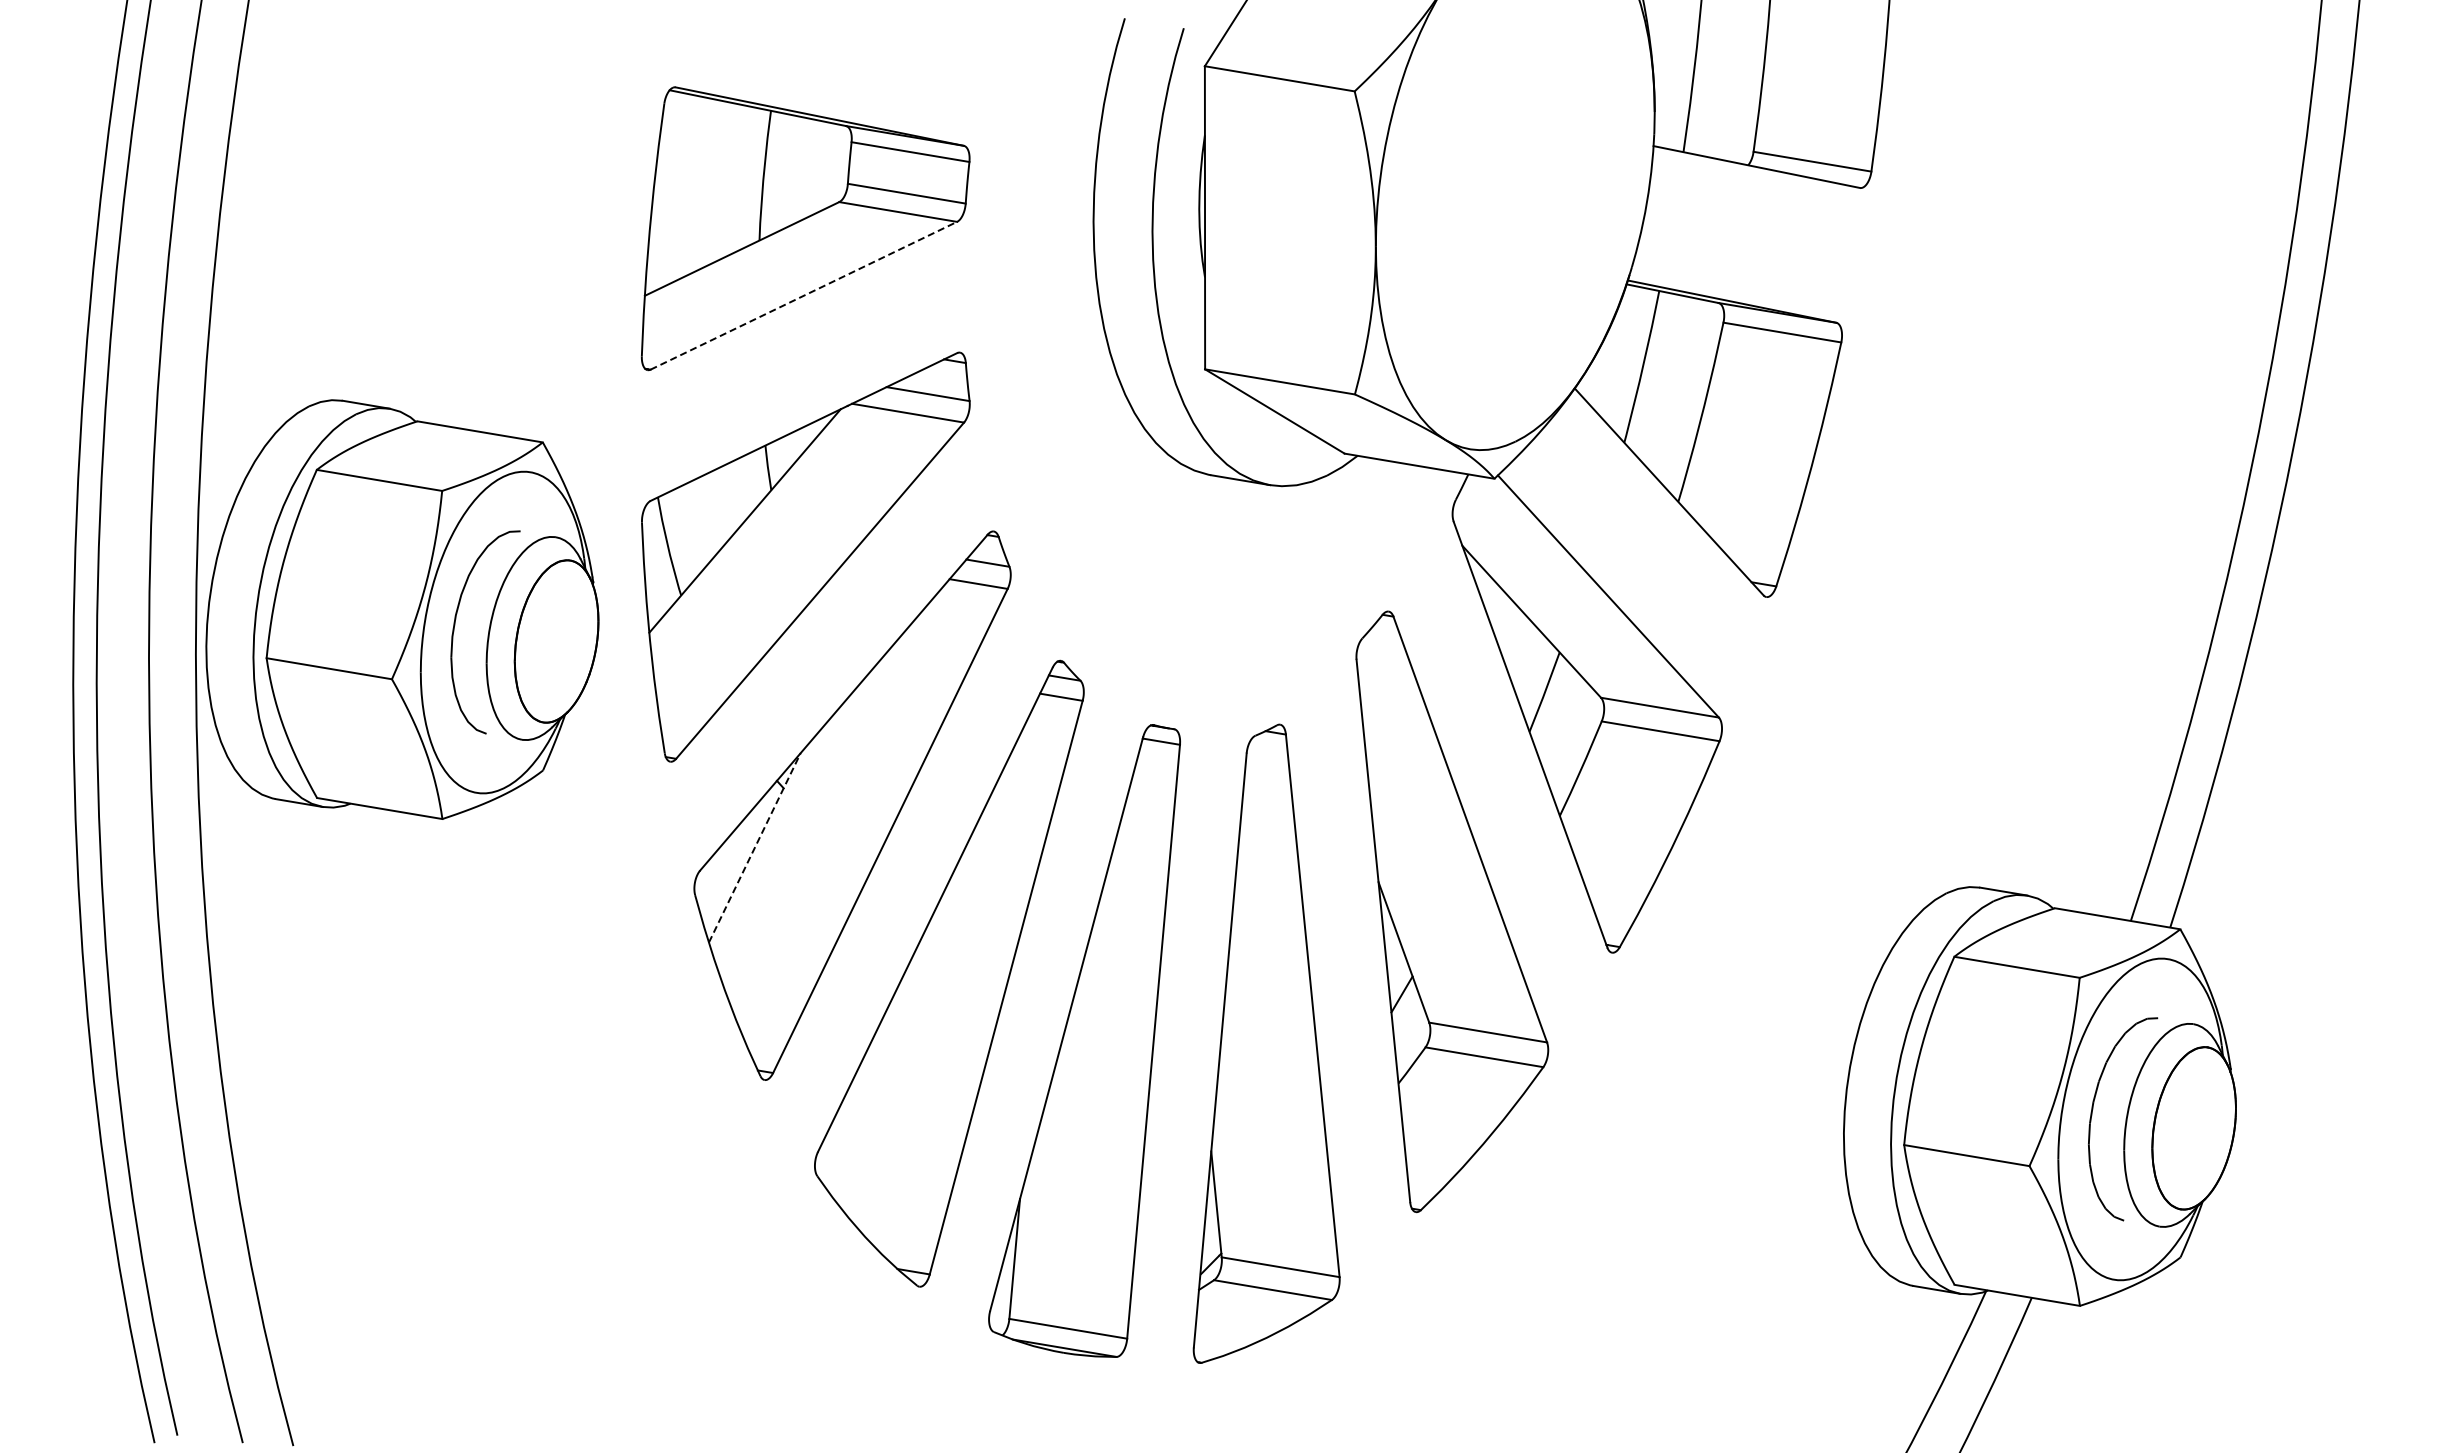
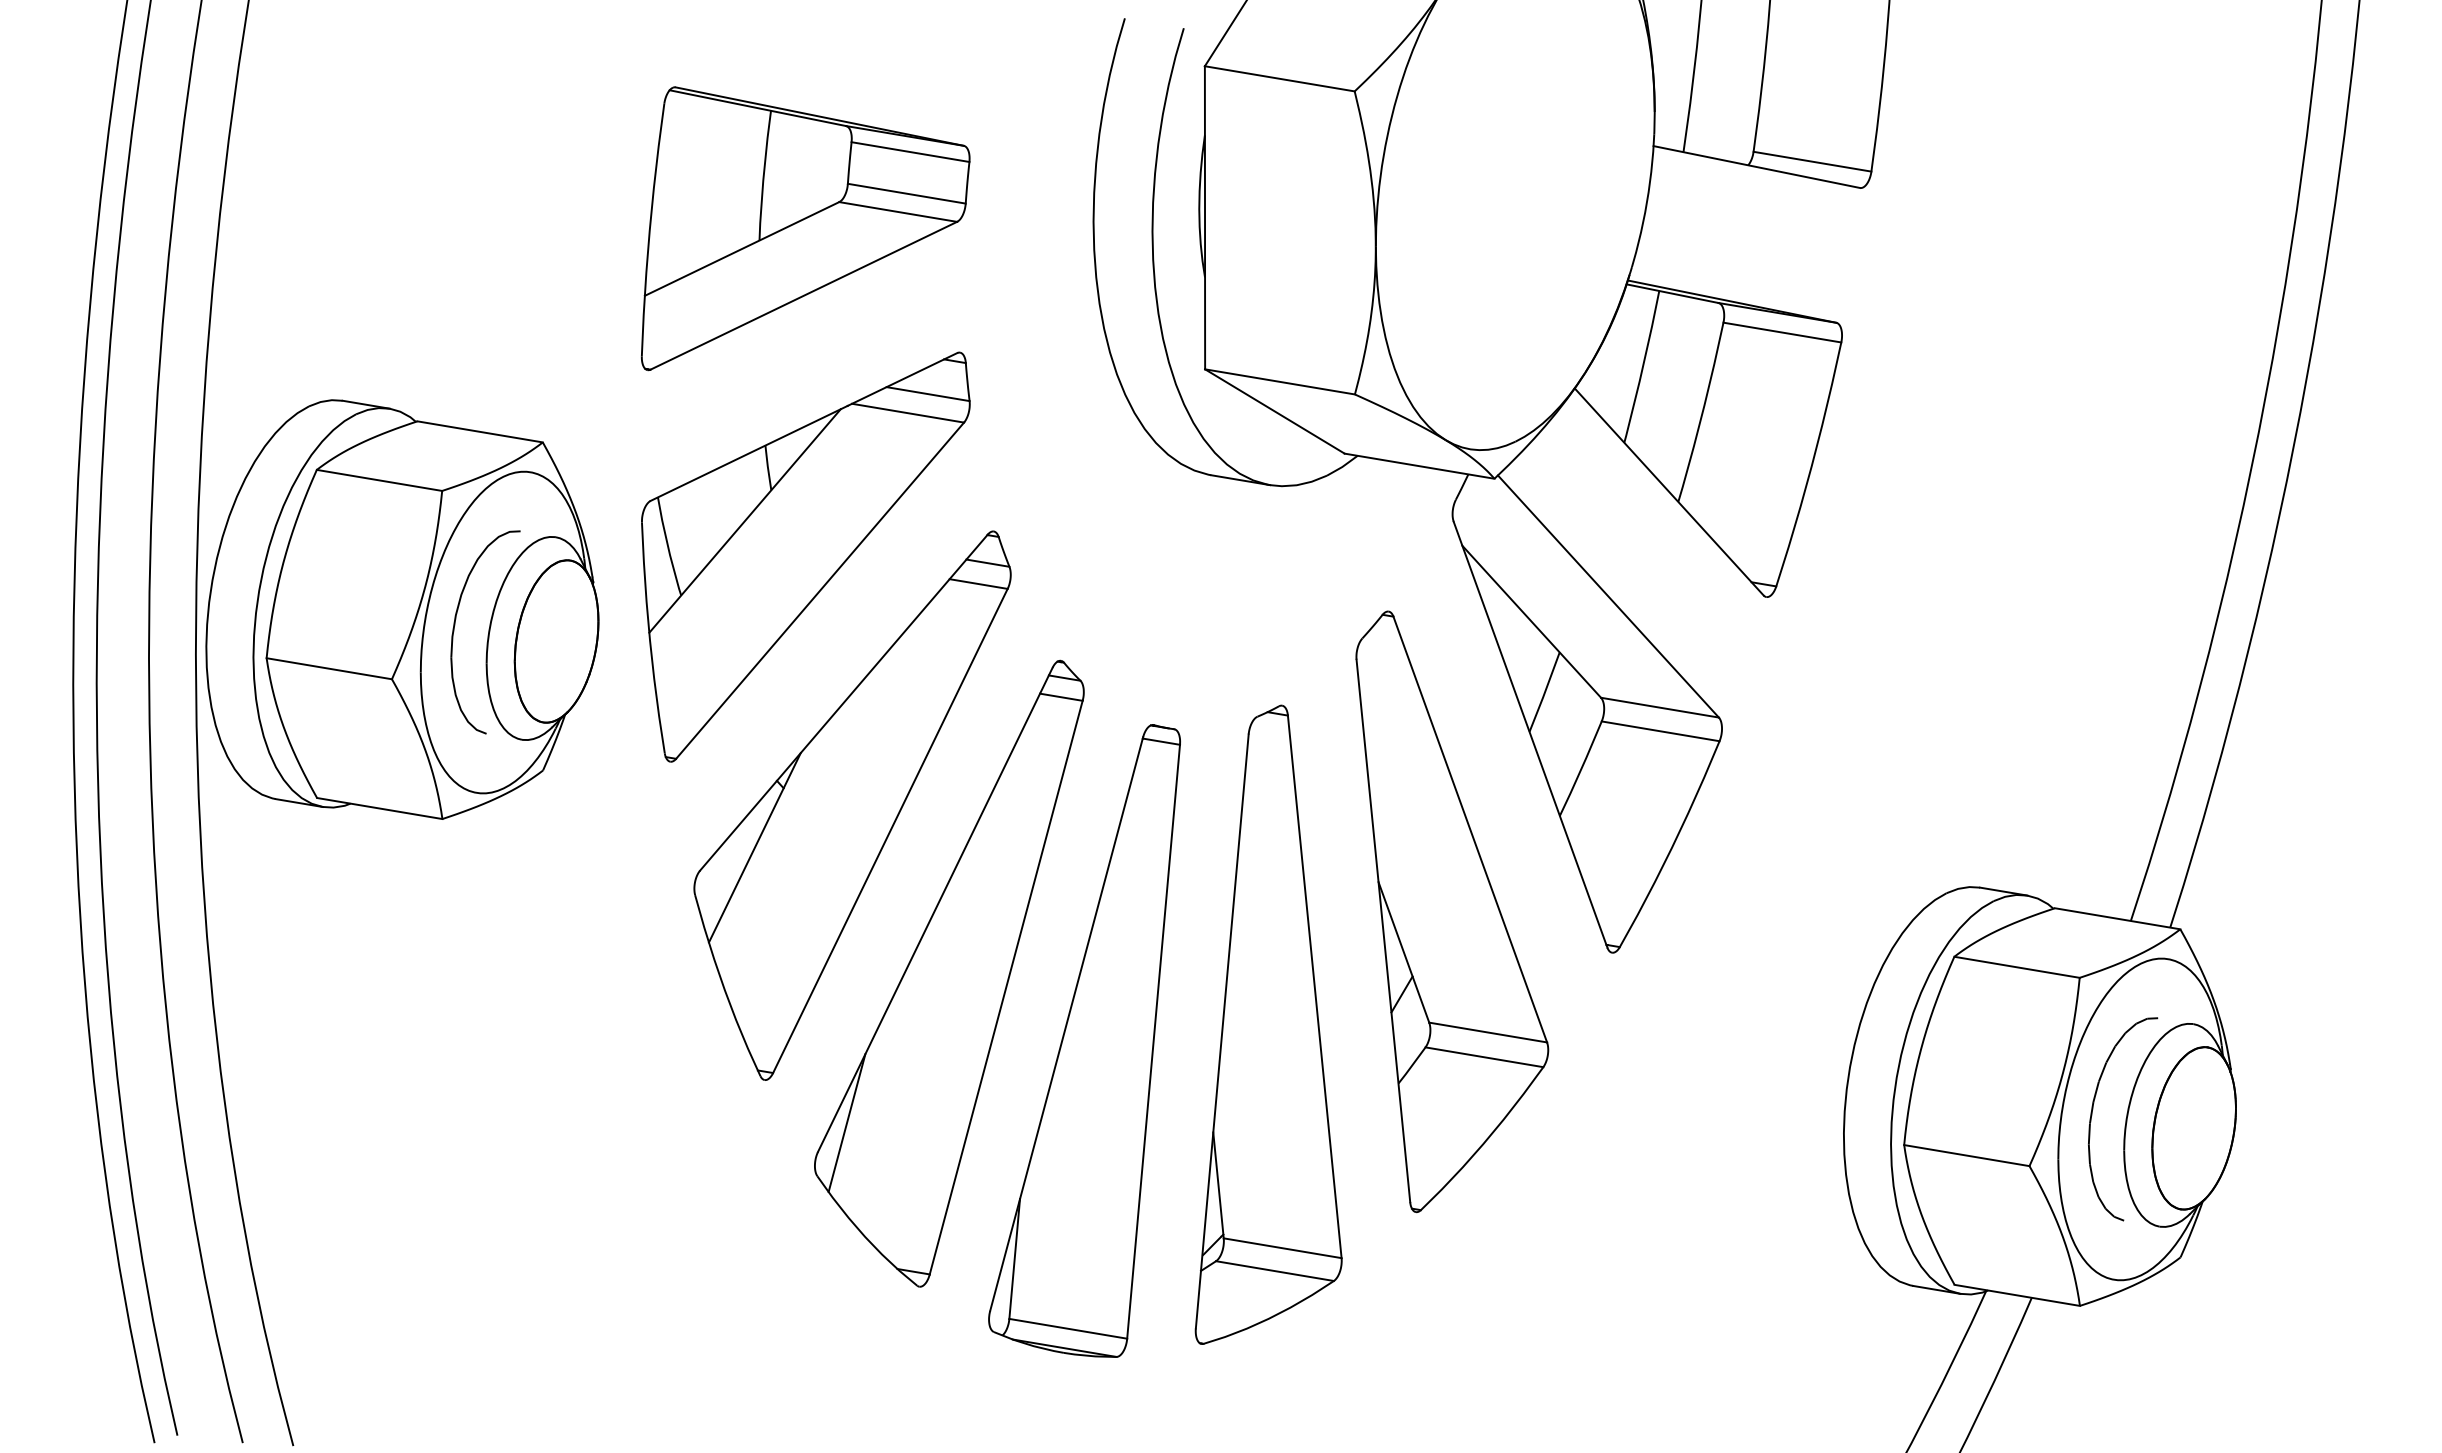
line at (804, 295): dashed -> solid
line at (755, 847): dashed -> solid
part at (1266, 1043) position: (1266, 1043) -> (1268, 1024)
line at (846, 1122): none -> present
